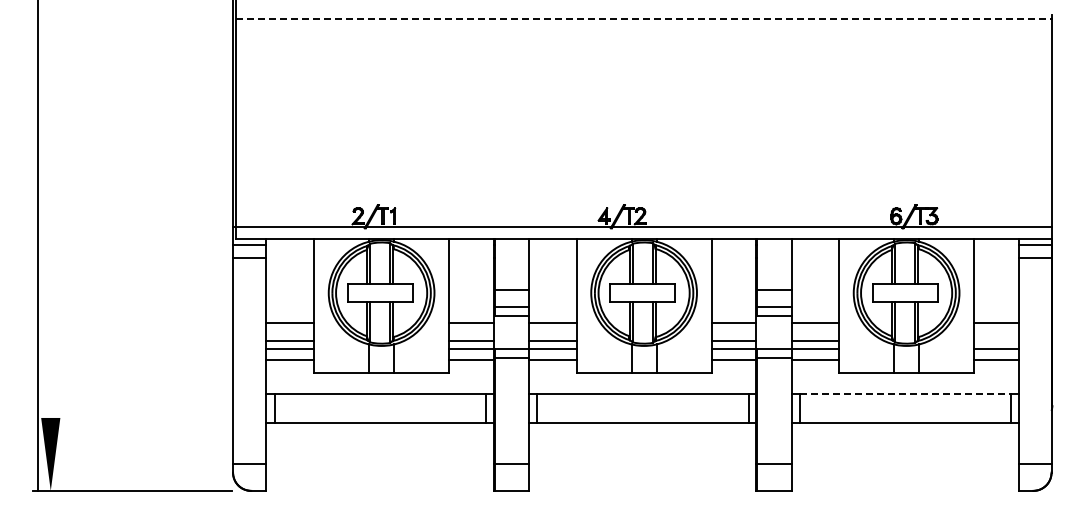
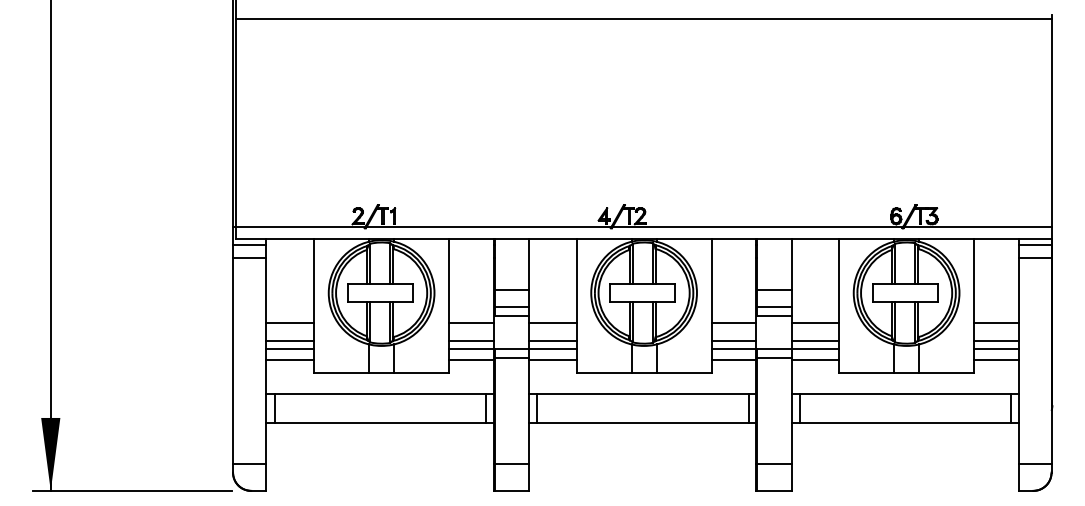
line at (644, 18): dashed -> solid
line at (37, 246) position: (37, 246) -> (50, 246)
line at (996, 341): none -> present
line at (905, 394): dashed -> solid
